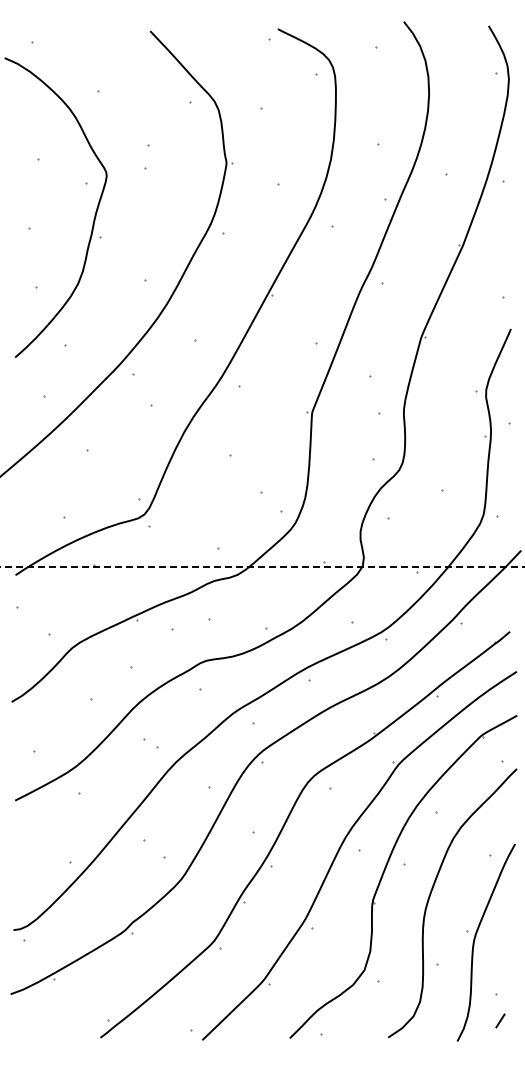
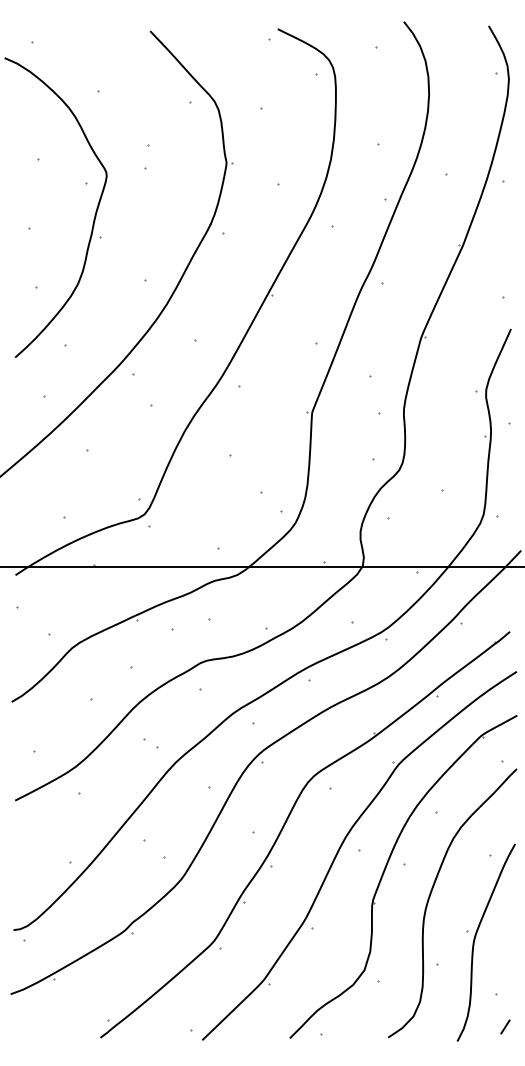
line at (262, 567): dashed -> solid
line at (500, 1020) position: (500, 1020) -> (505, 1026)
